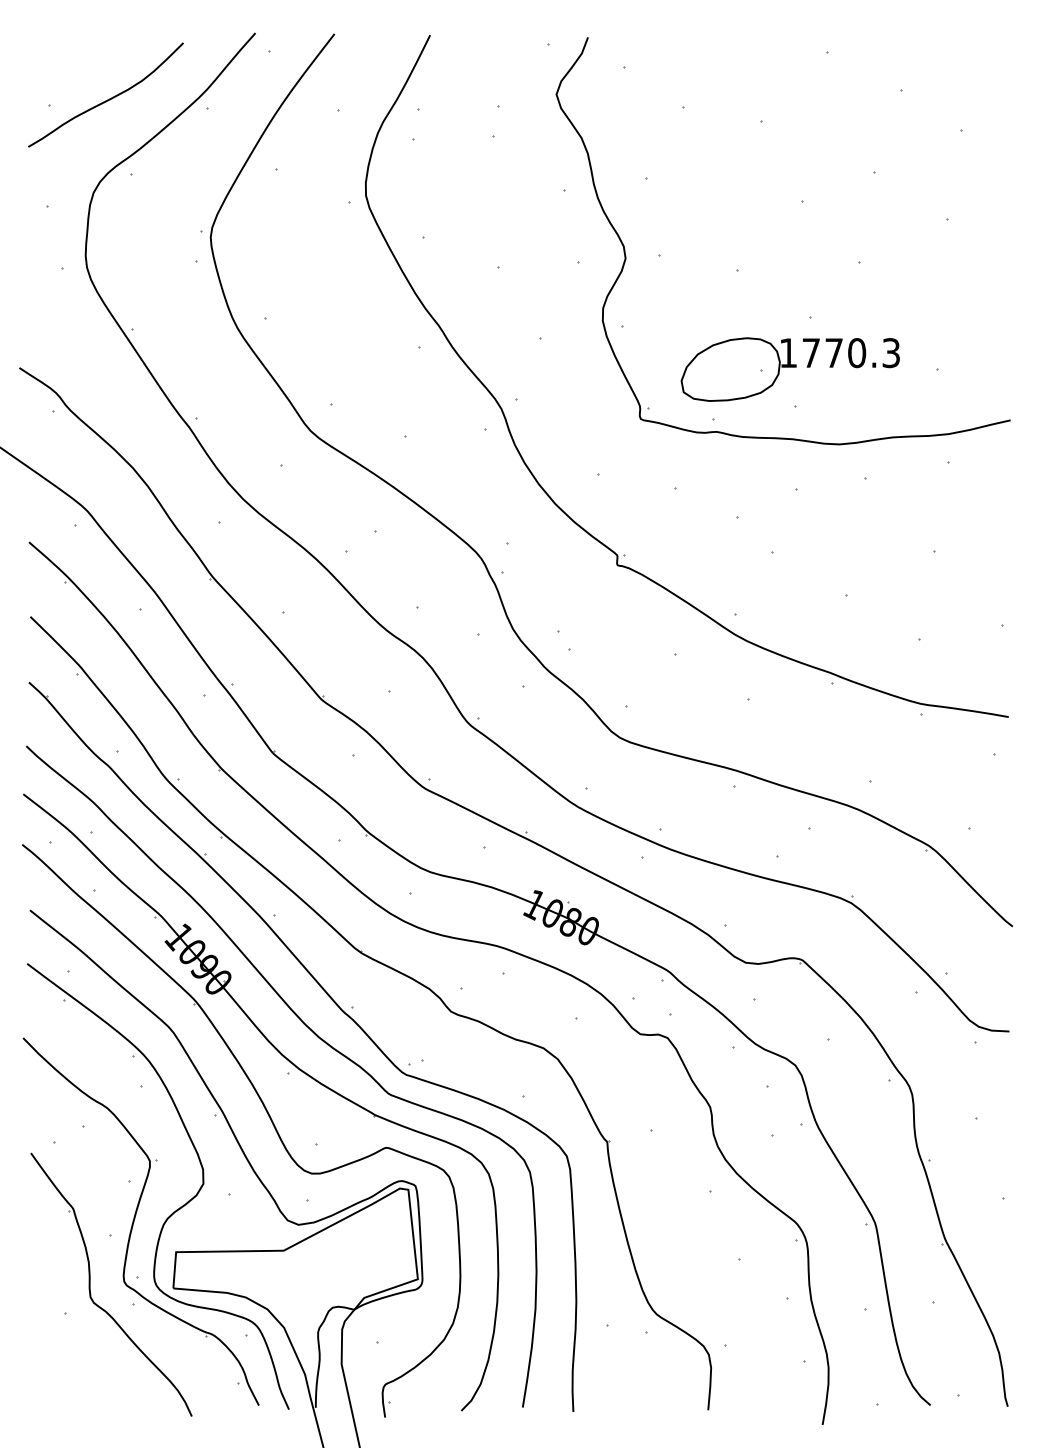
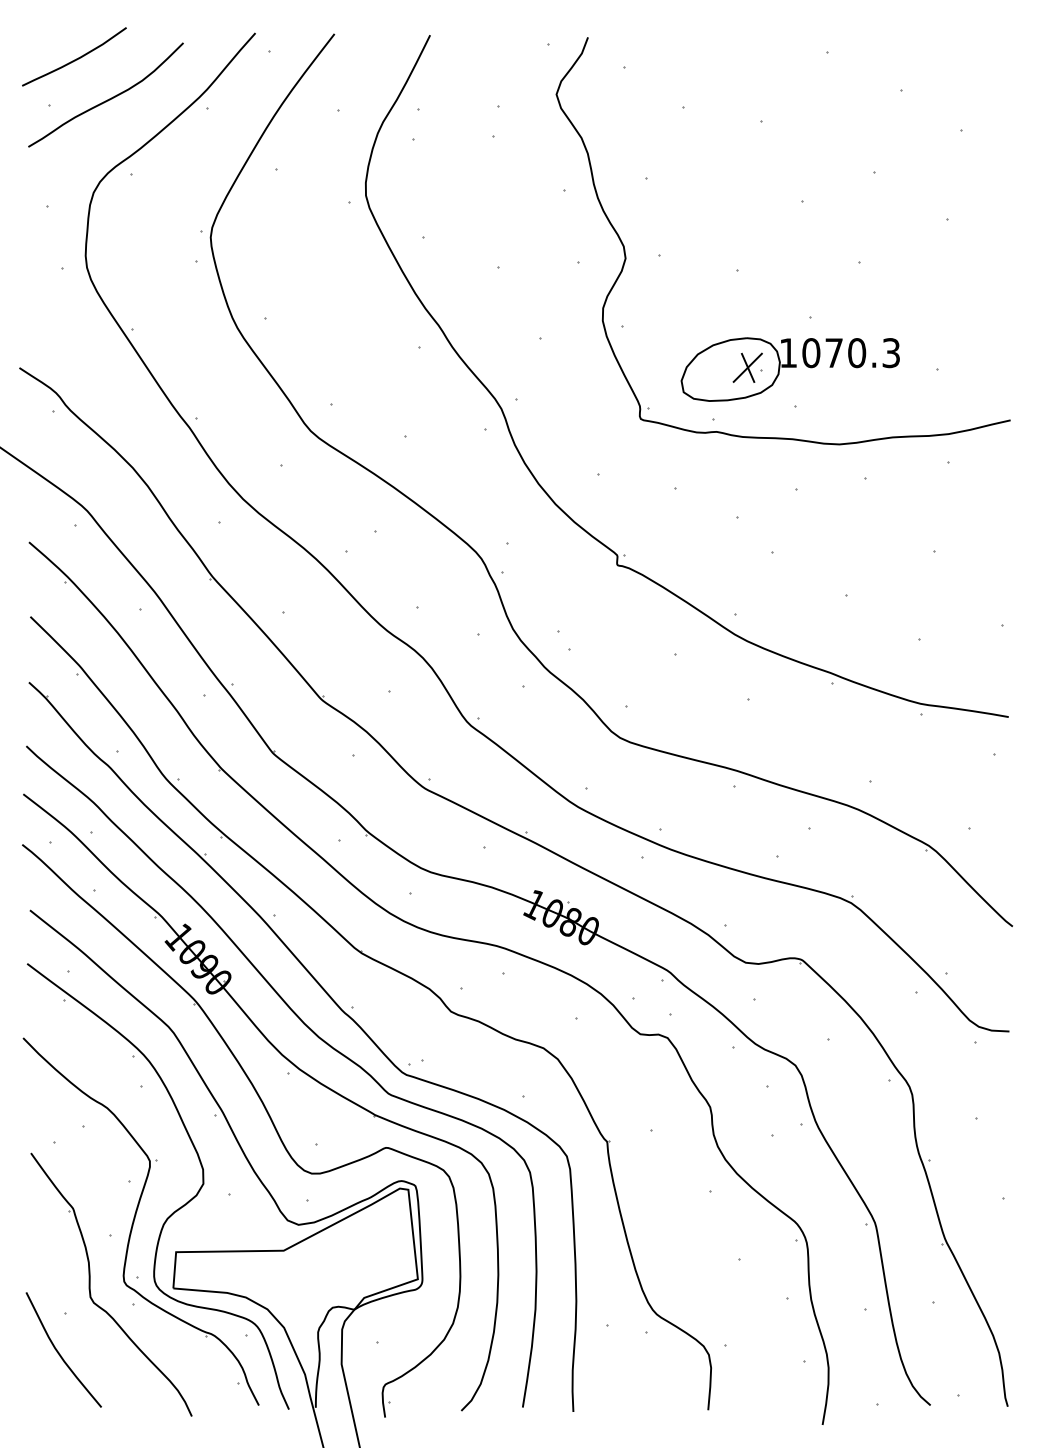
curve at (76, 58): none -> present
text at (811, 353): 1770.3 -> 1070.3
part at (747, 367): none -> present
curve at (59, 1352): none -> present
